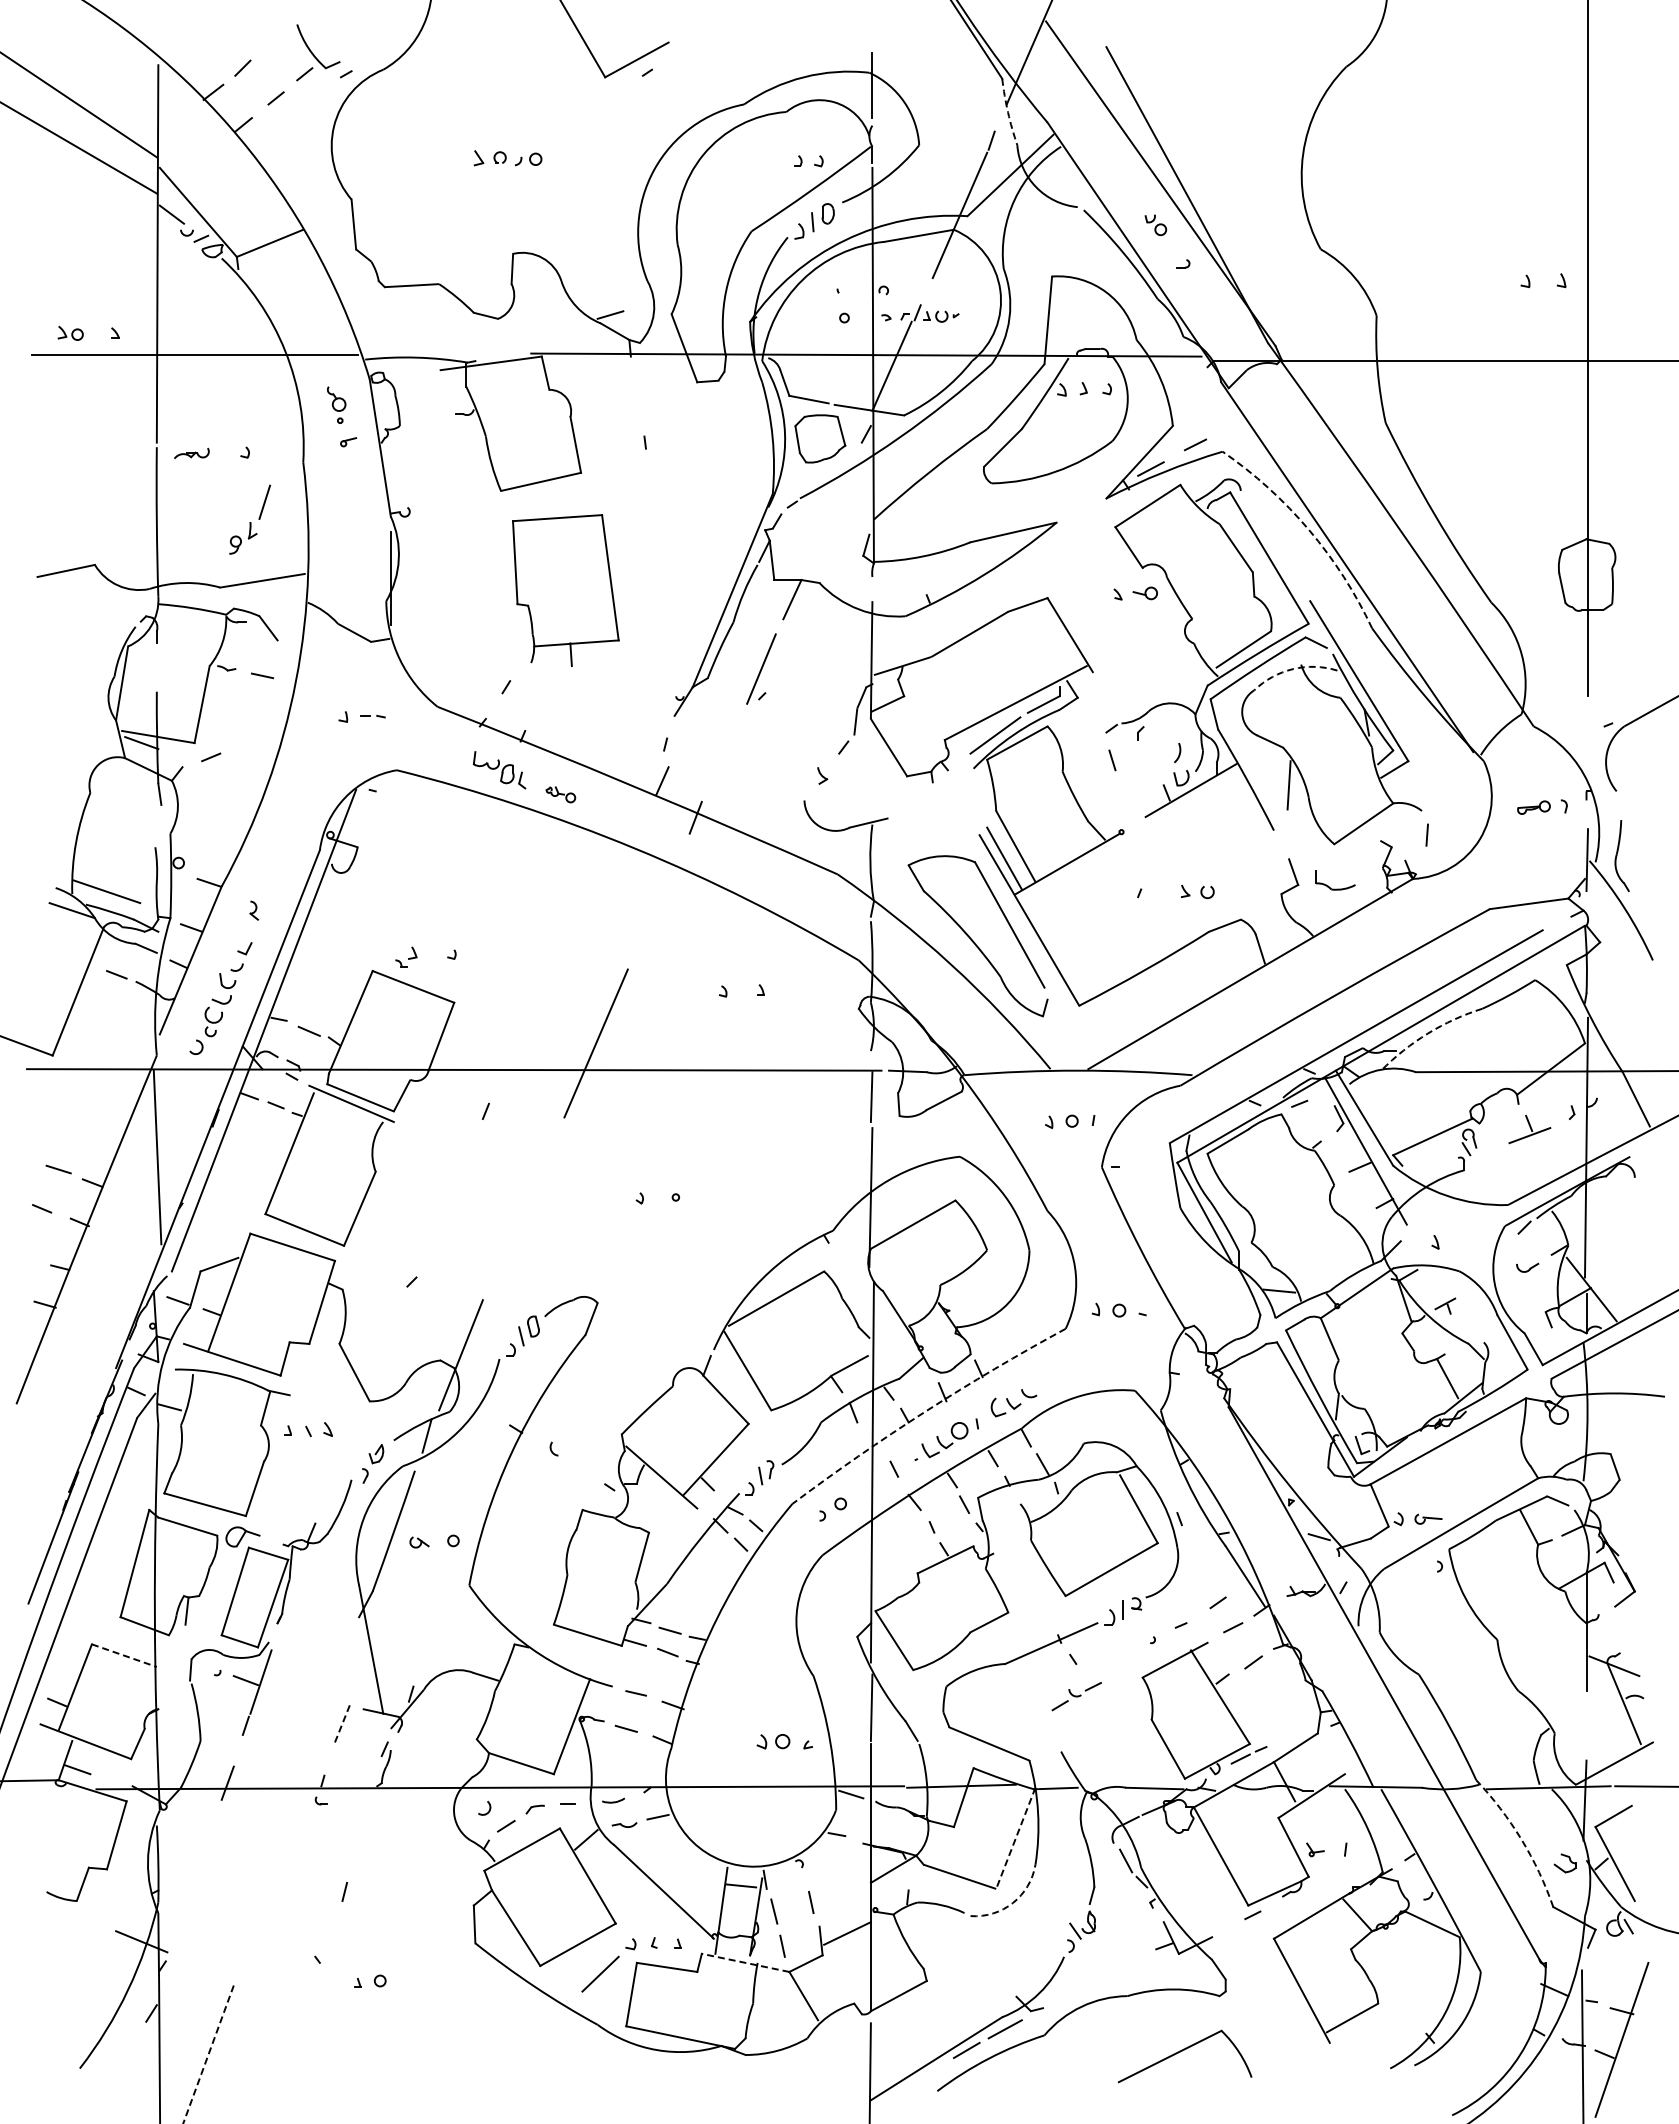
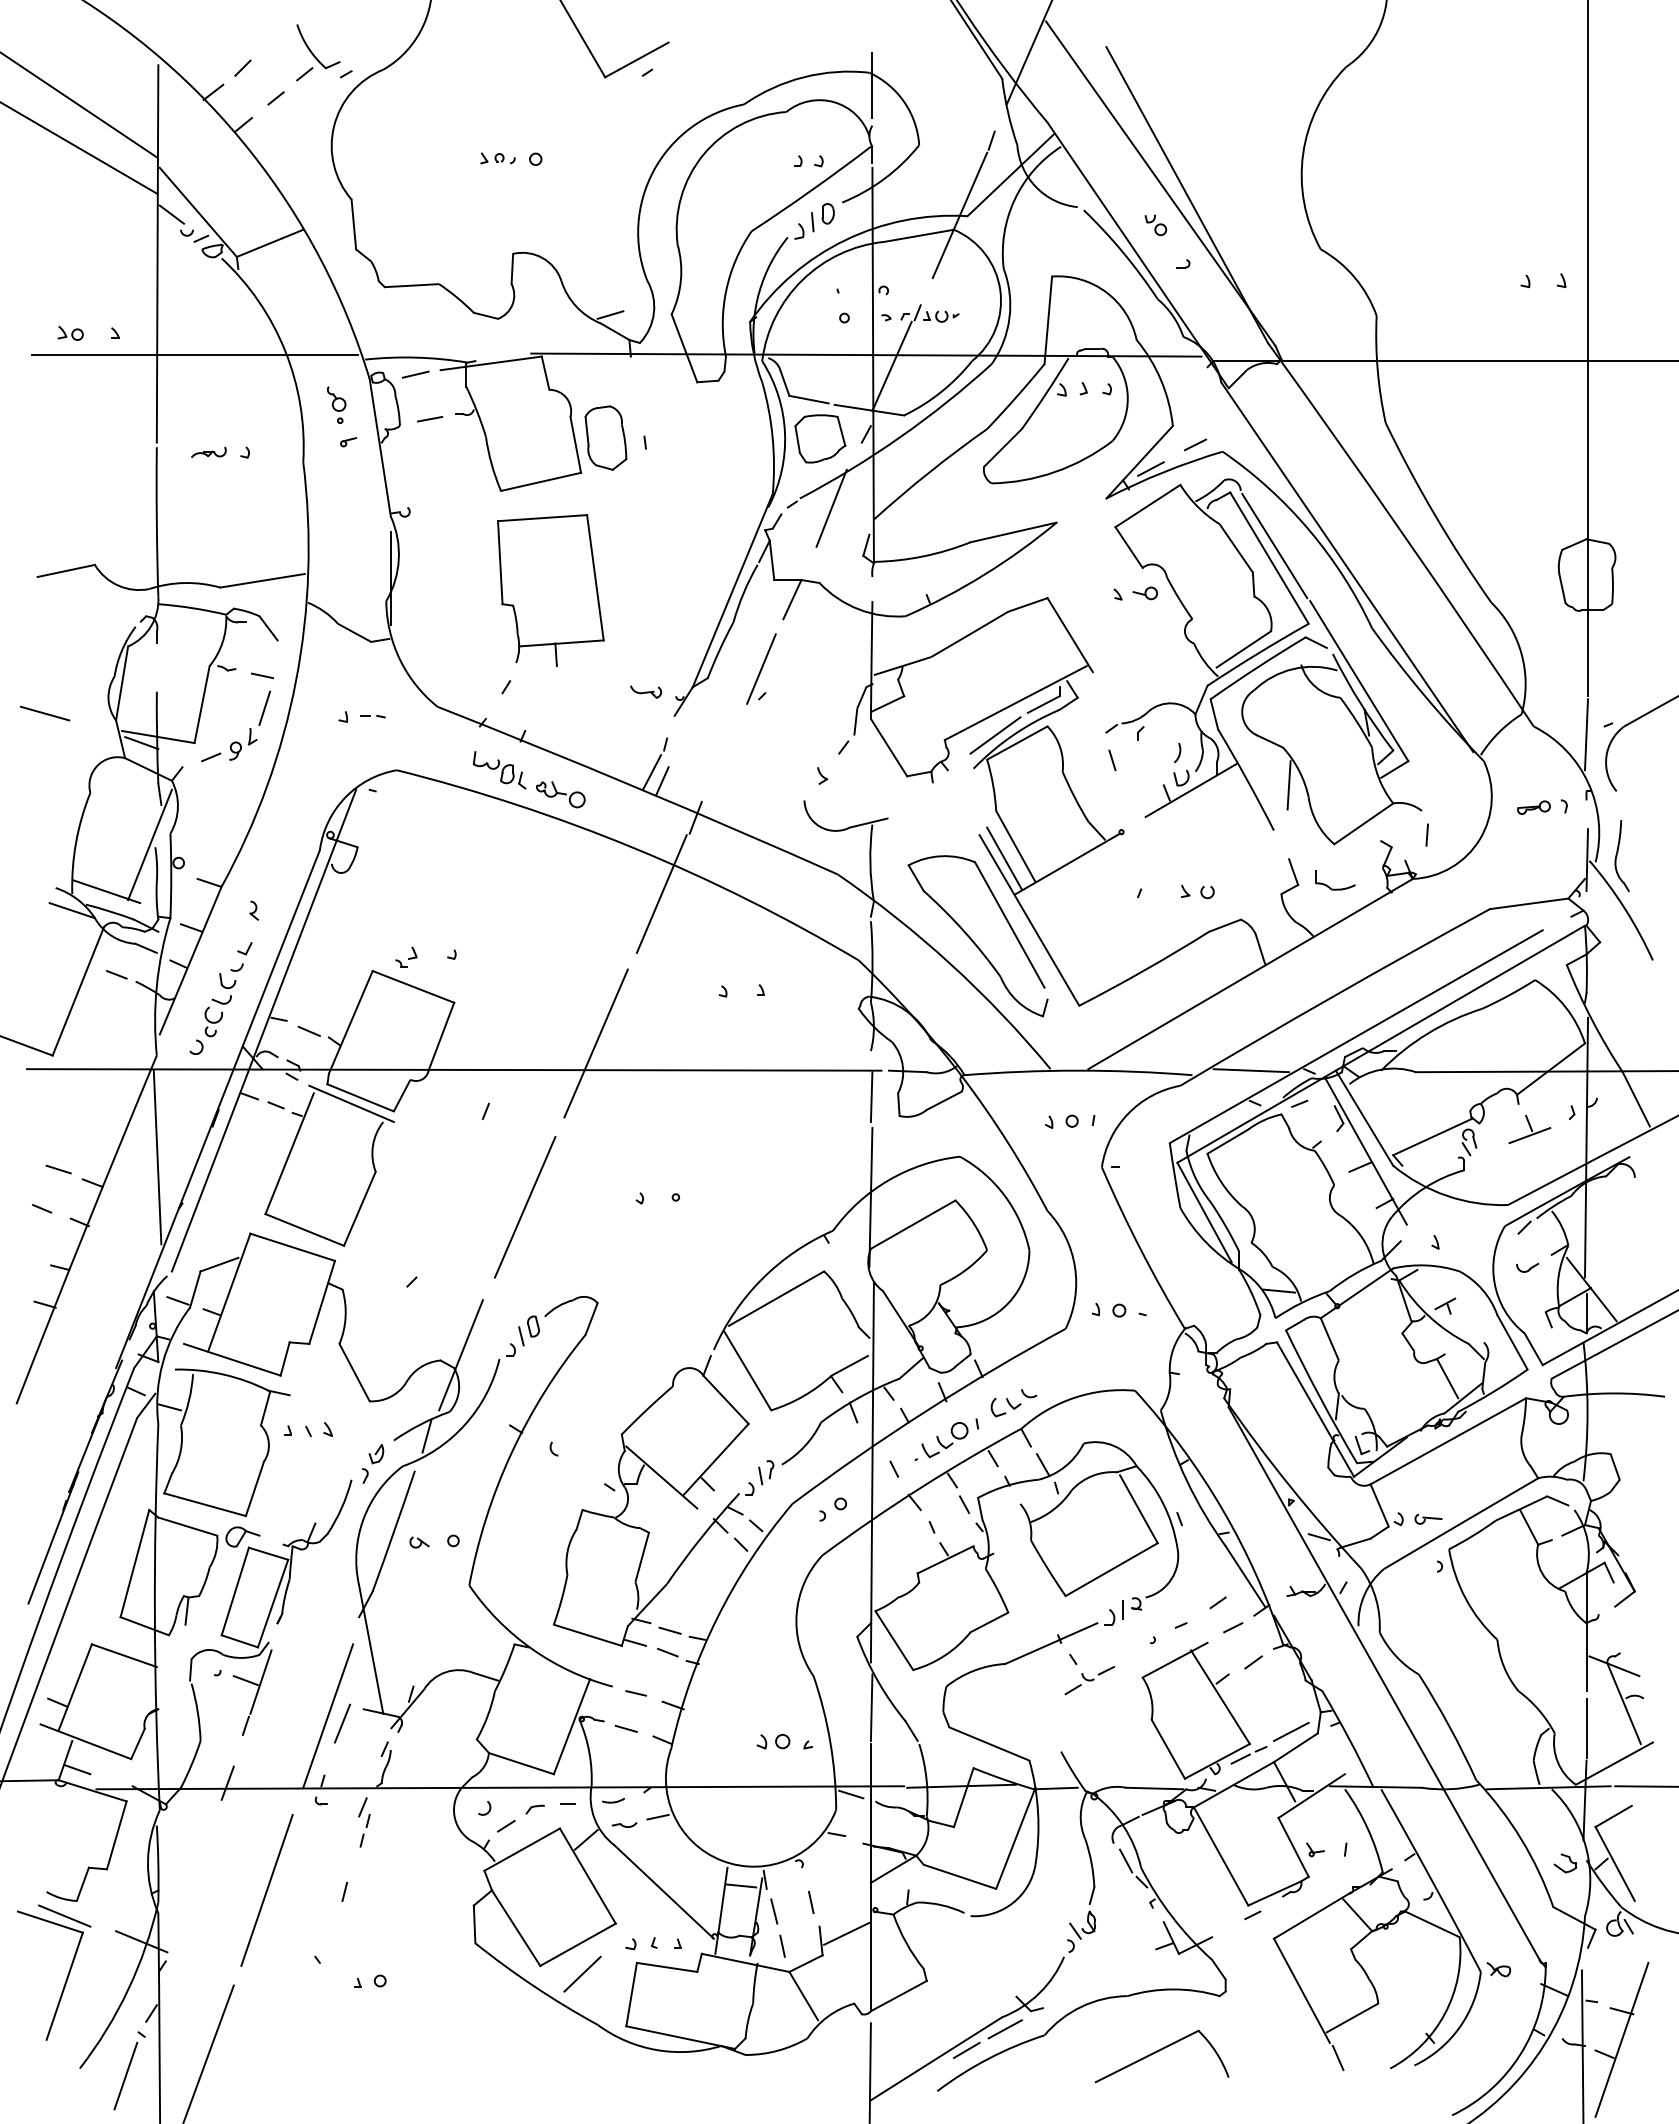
arc at (1008, 112): dashed -> solid
part at (497, 158) size: 50x17 px -> 36x13 px
line at (415, 374): none -> present
line at (430, 418): none -> present
part at (605, 437): none -> present
part at (191, 452) position: (191, 452) -> (208, 451)
line at (831, 507): none -> present
part at (250, 519) position: (250, 519) -> (250, 725)
arc at (1309, 530): dashed -> solid
line at (1274, 545): none -> present
part at (565, 590) position: (565, 590) -> (550, 590)
arc at (1293, 669): dashed -> solid
part at (646, 691): none -> present
line at (44, 713): none -> present
line at (1586, 734): none -> present
line at (651, 772): none -> present
part at (560, 794) size: 32x18 px -> 50x28 px
line at (149, 844): none -> present
line at (661, 893): none -> present
arc at (1427, 1033): dashed -> solid
line at (1251, 1070): none -> present
line at (525, 1207): none -> present
arc at (925, 1411): dashed -> solid
line at (124, 1655): dashed -> solid
part at (1076, 1696) position: (1076, 1696) -> (1089, 1680)
line at (328, 1715): none -> present
line at (342, 1723): dashed -> solid
line at (1586, 1727): none -> present
line at (1291, 1731): none -> present
part at (364, 1822): none -> present
line at (1015, 1838): dashed -> solid
arc at (1521, 1839): dashed -> solid
line at (266, 1889): none -> present
arc at (1012, 1903): dashed -> solid
line at (745, 1962): dashed -> solid
part at (1498, 1969): none -> present
line at (600, 1973) position: (600, 1973) -> (582, 1973)
part at (66, 1977): none -> present
line at (208, 2054): dashed -> solid
part at (1184, 2056) position: (1184, 2056) -> (1161, 2056)
line at (1337, 2057): none -> present
part at (129, 2070): none -> present
